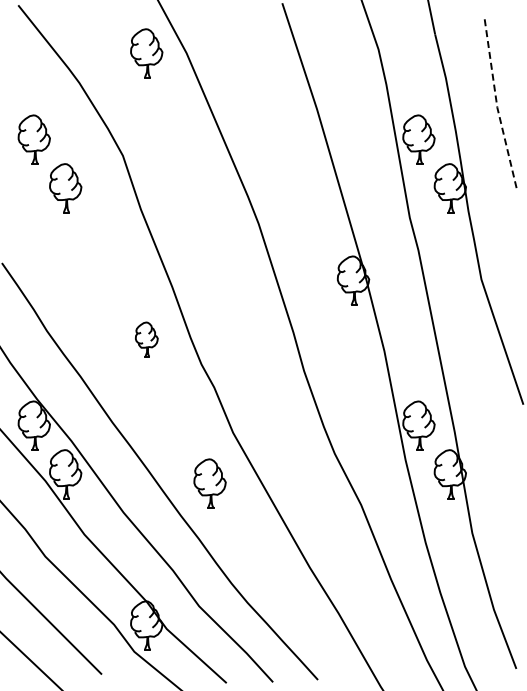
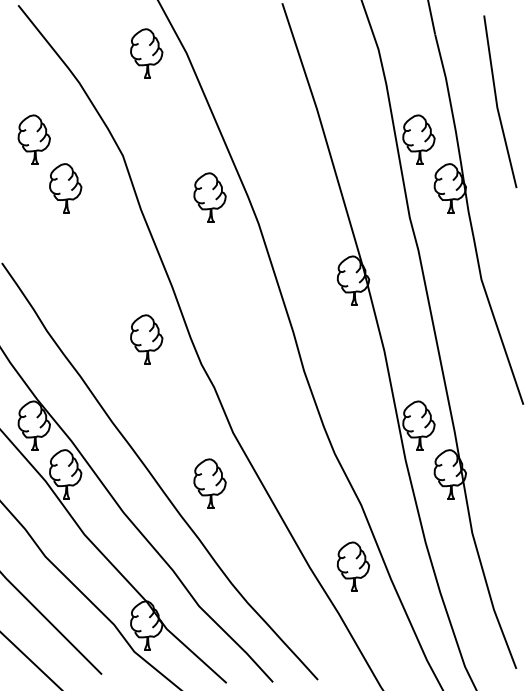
line at (496, 102): dashed -> solid
part at (209, 197): none -> present
part at (146, 339) size: 24x37 px -> 34x51 px
part at (353, 566): none -> present
